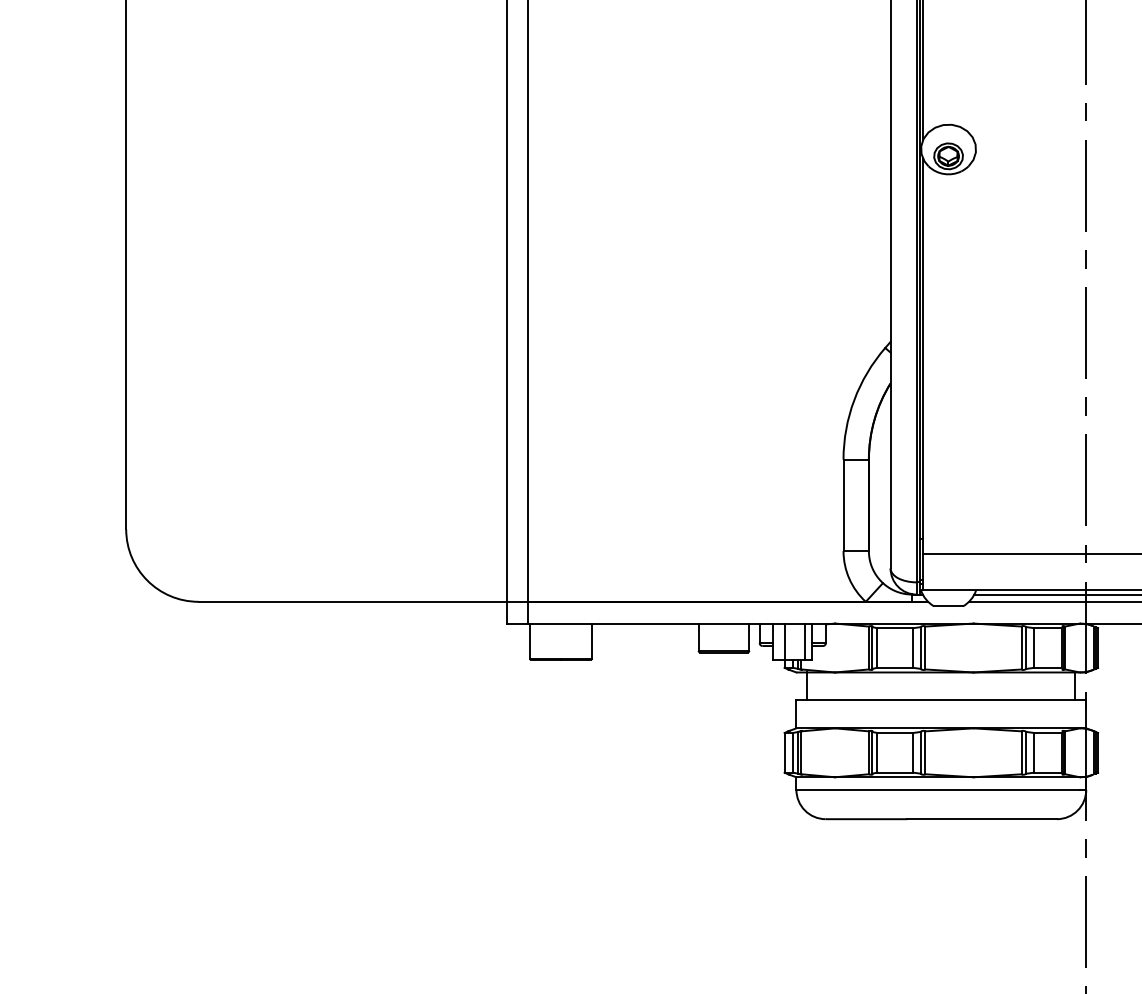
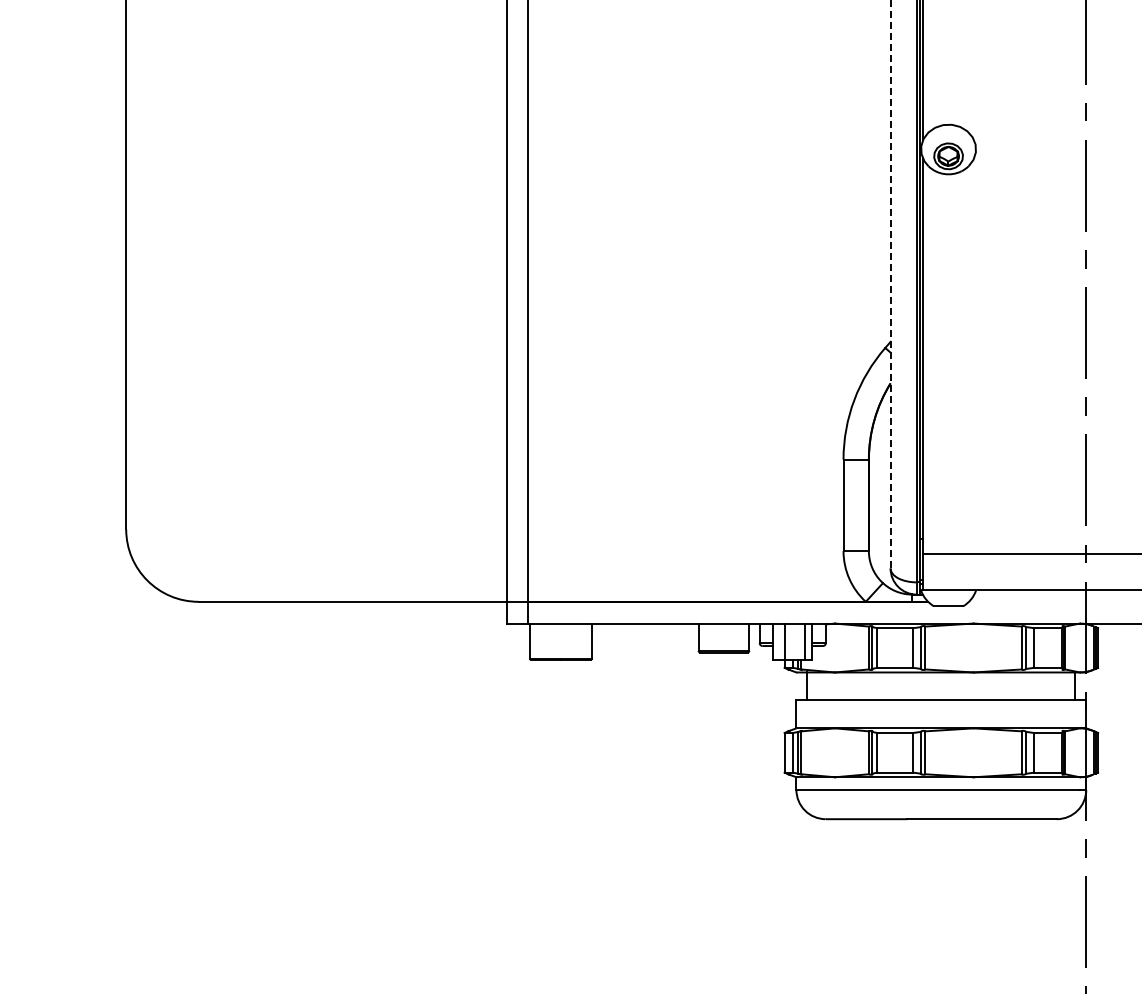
line at (890, 284): solid -> dashed
line at (1056, 594): present -> none
line at (1053, 601): present -> none
